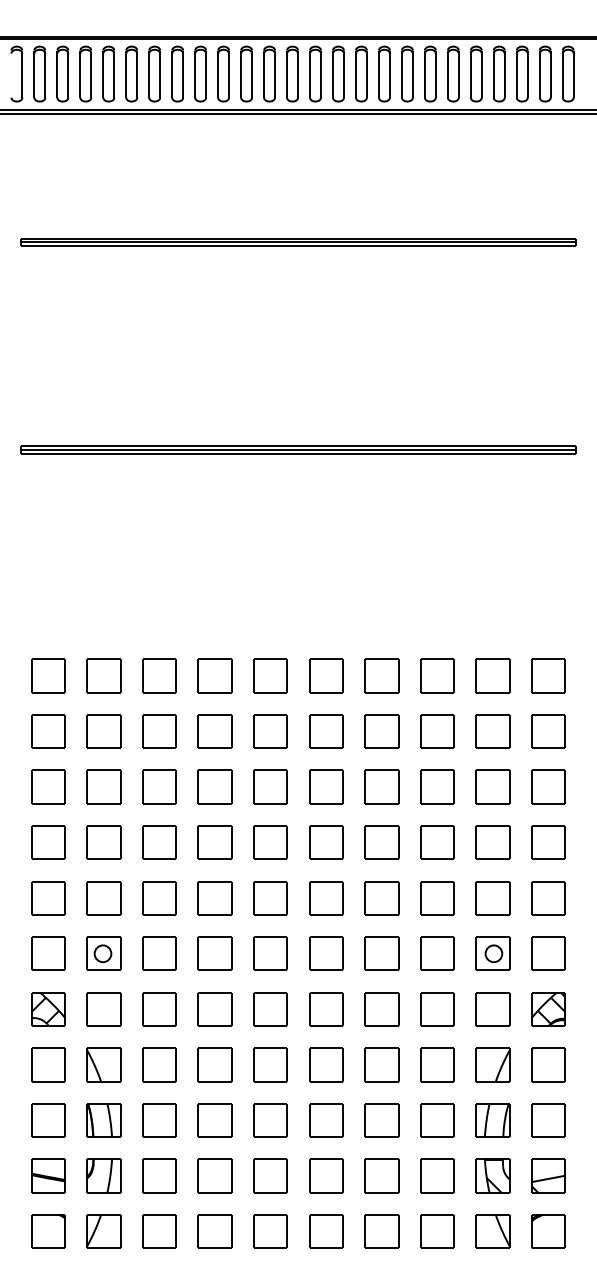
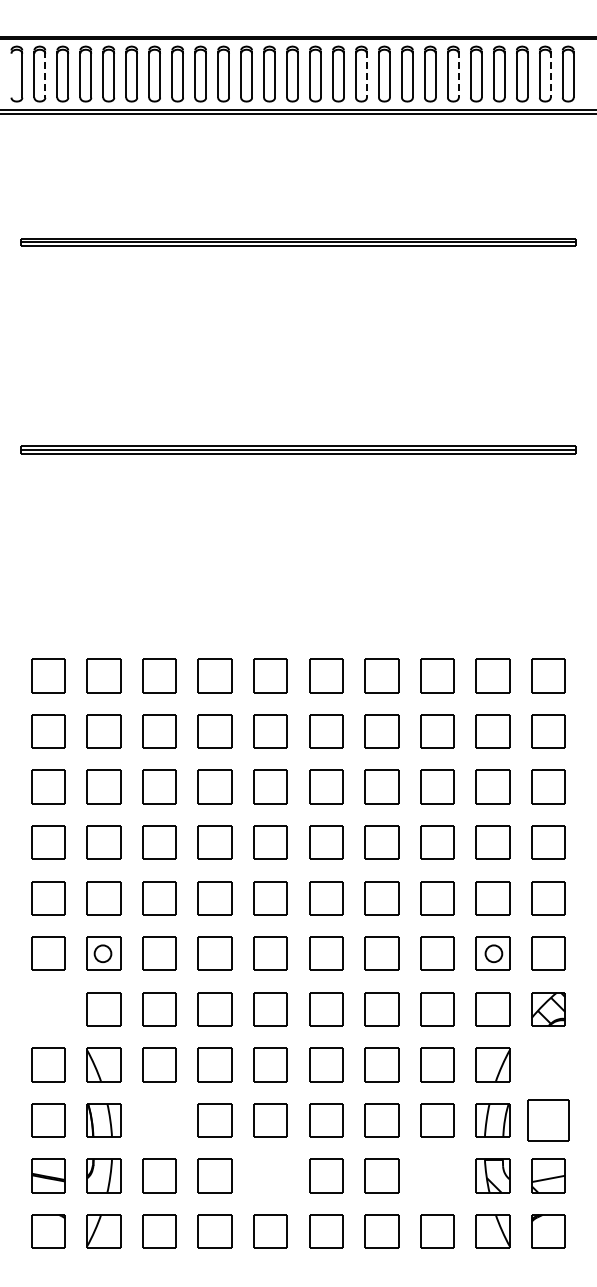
line at (45, 74): solid -> dashed
line at (367, 74): solid -> dashed
line at (458, 74): solid -> dashed
line at (550, 74): solid -> dashed
part at (48, 1009): present -> none
part at (548, 1064): present -> none
part at (159, 1120): present -> none
part at (548, 1120) size: 35x35 px -> 43x43 px
part at (270, 1175): present -> none
part at (437, 1175): present -> none
